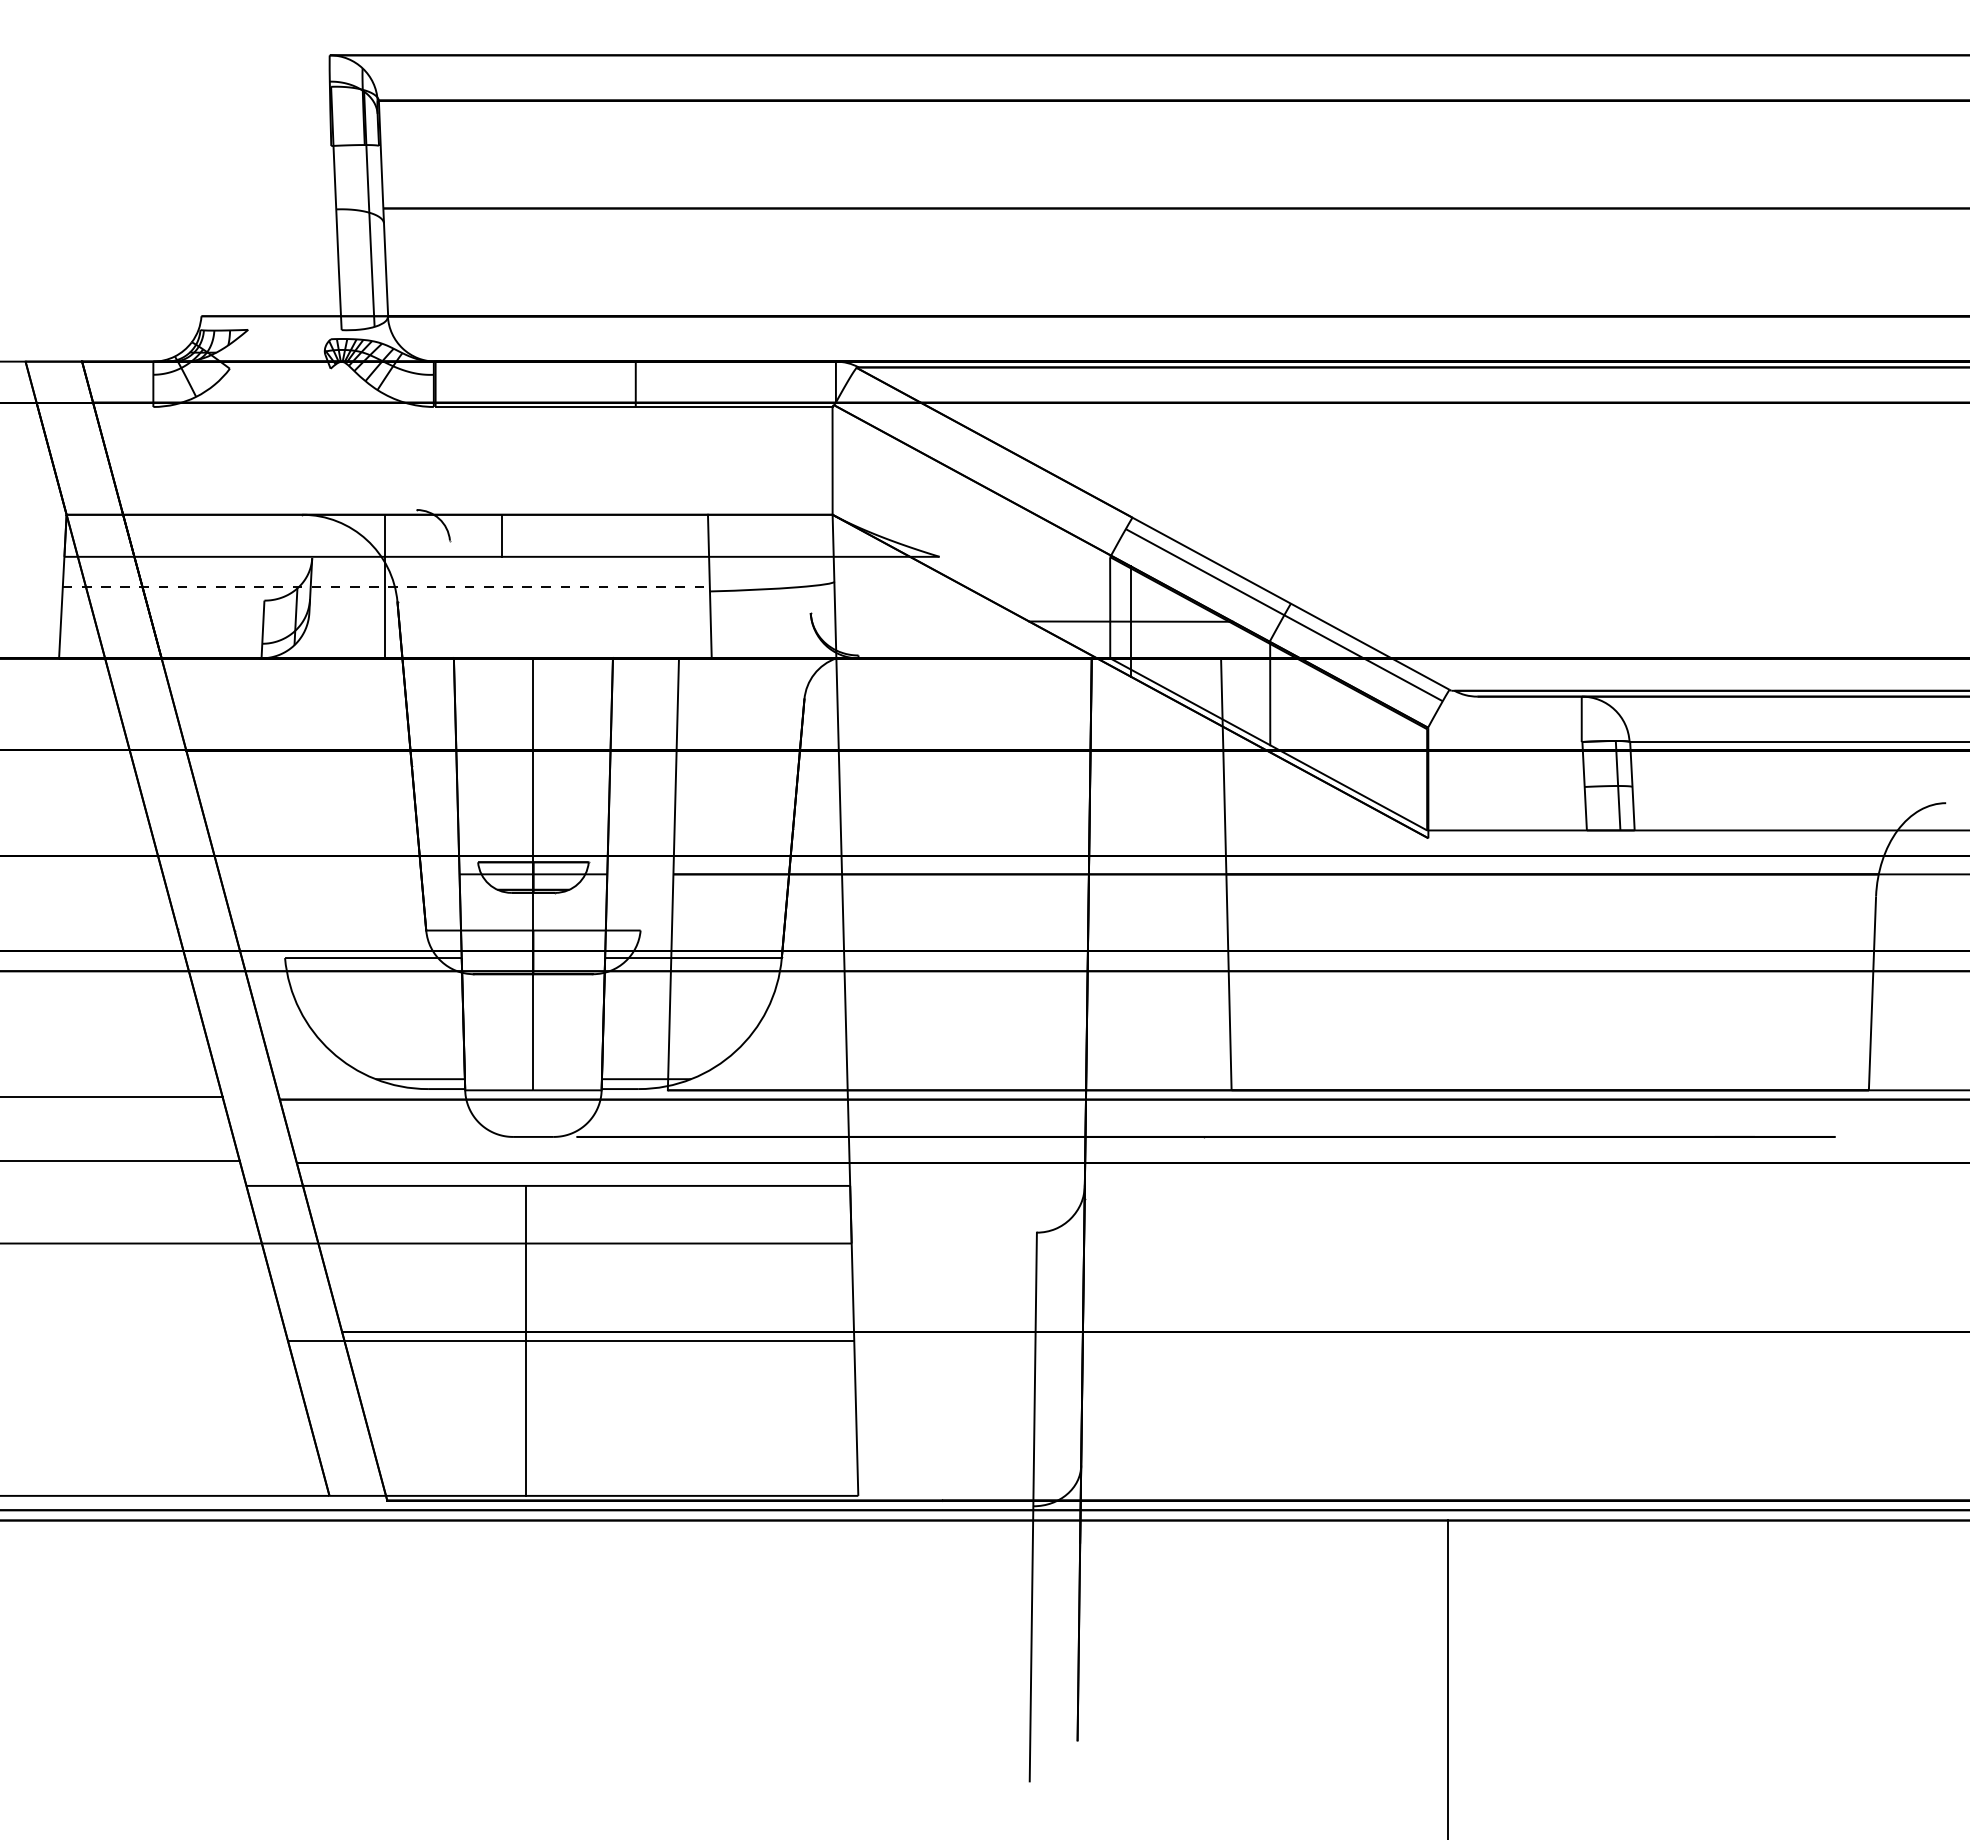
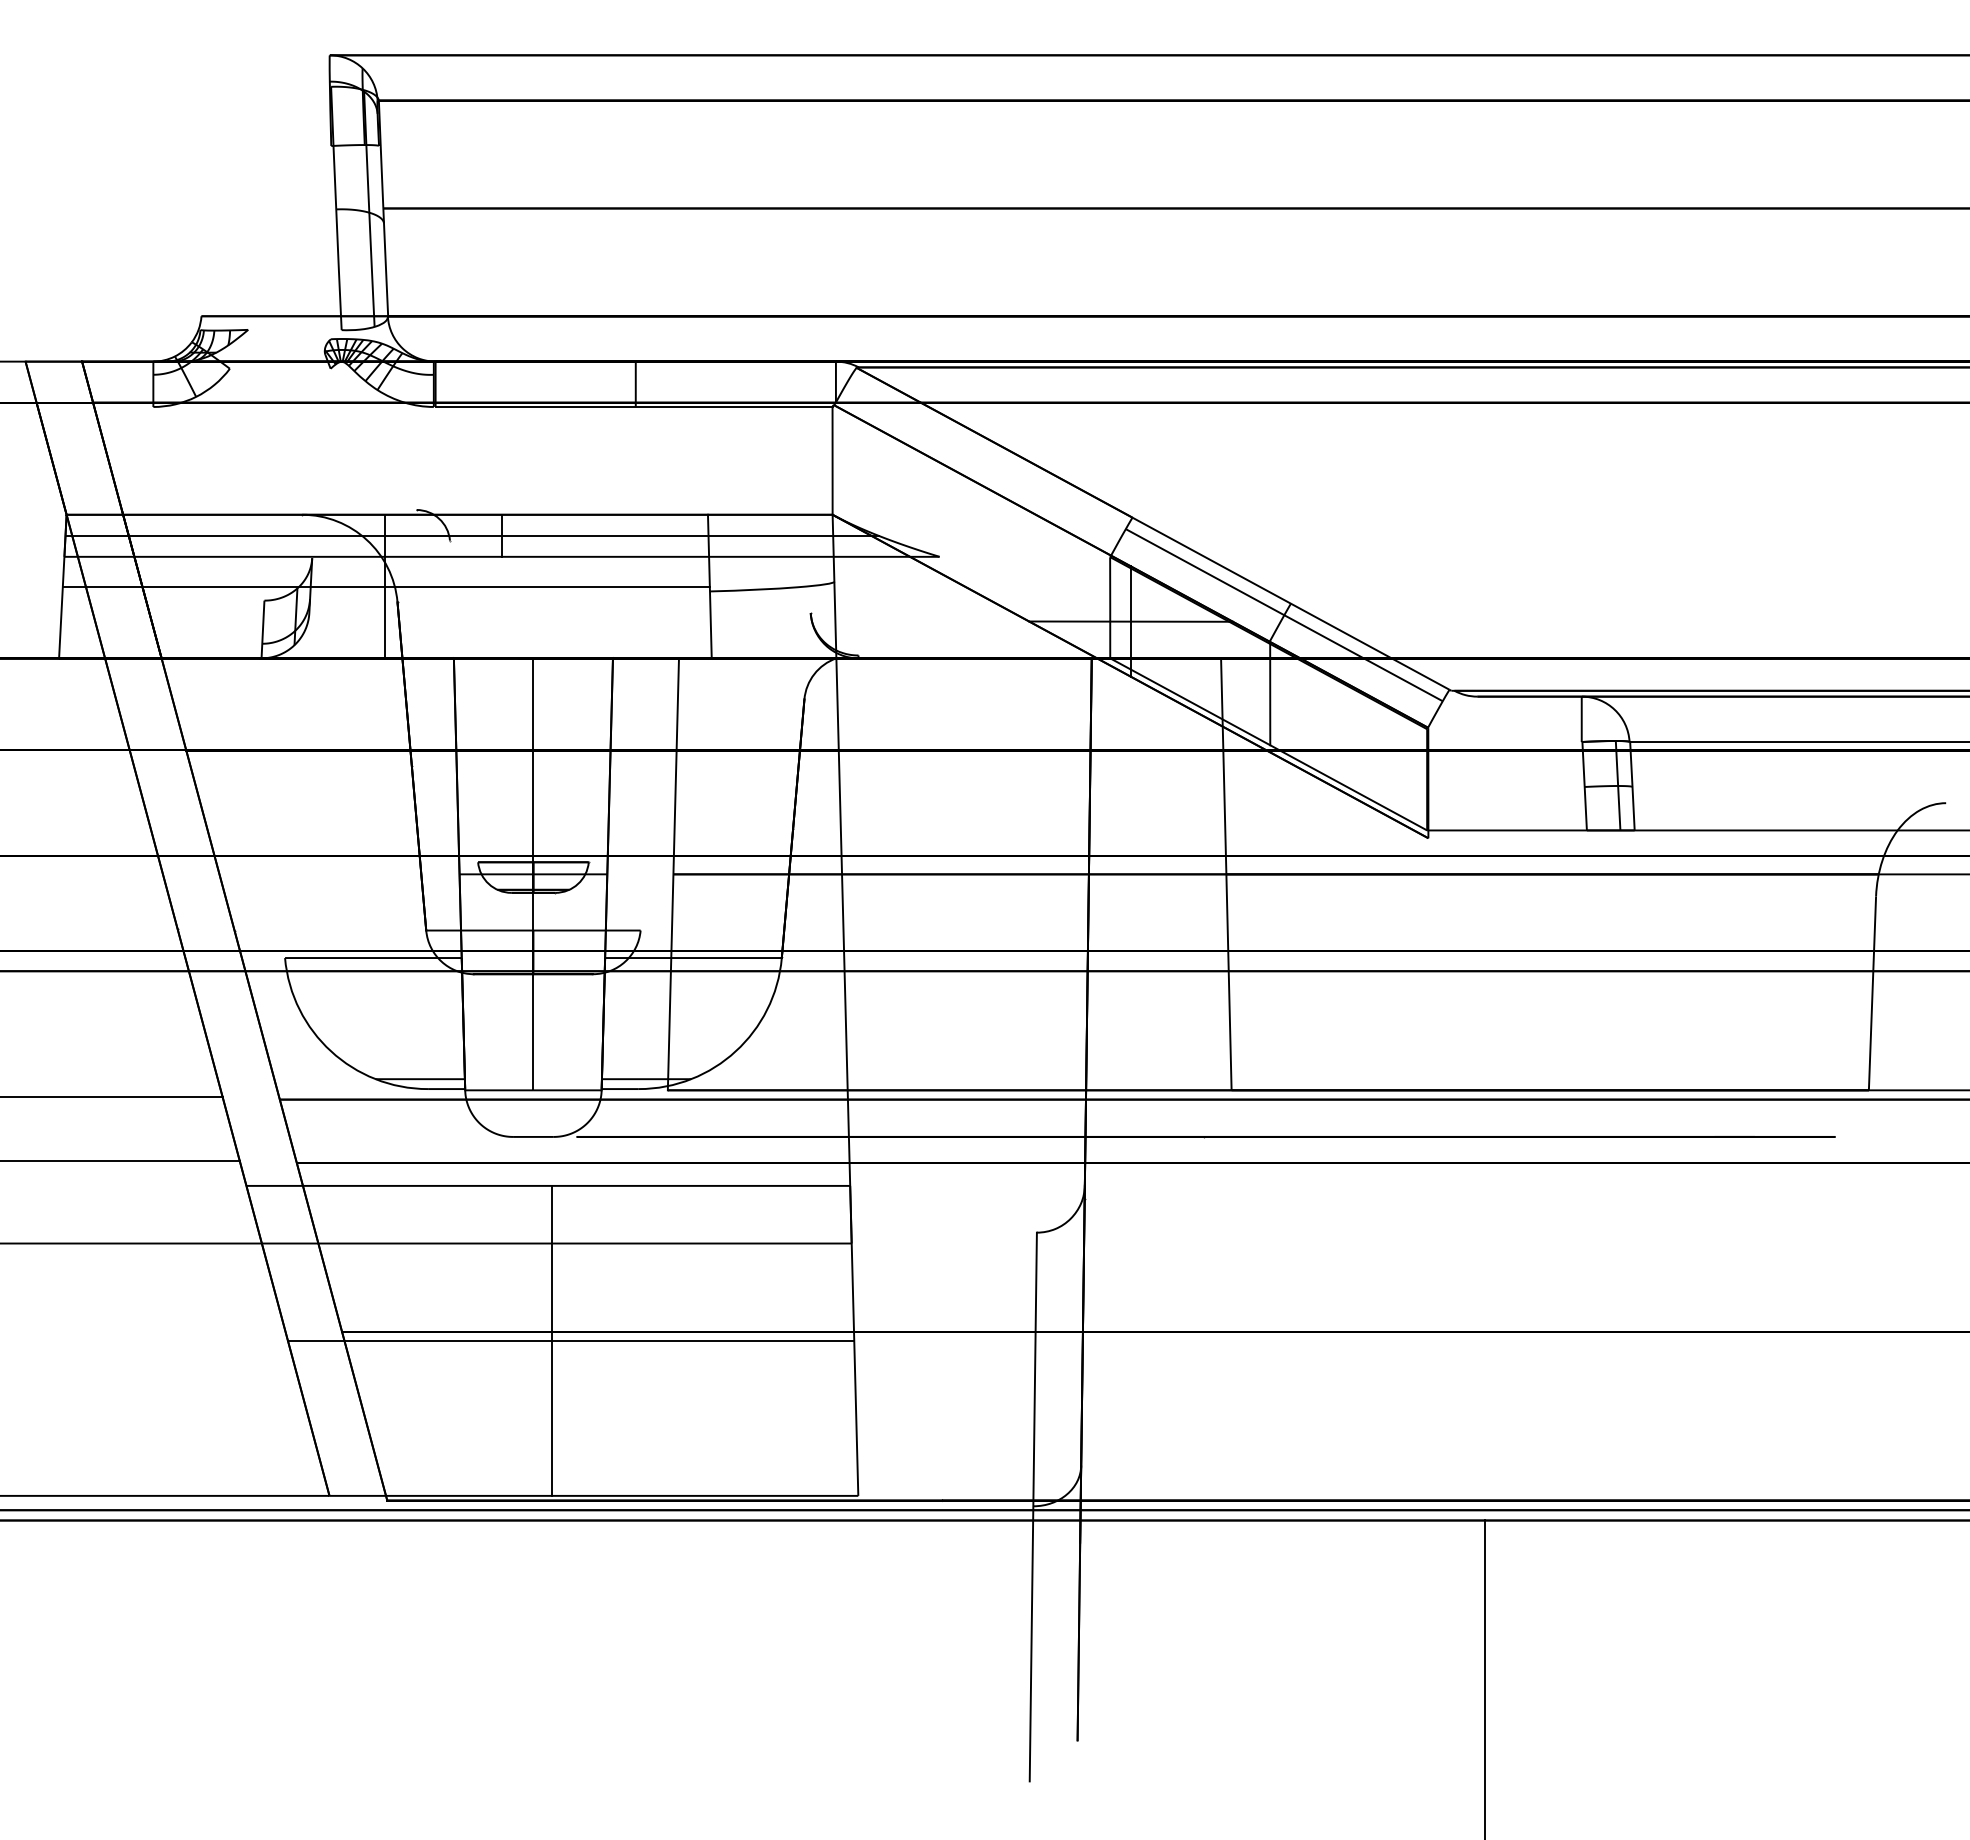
line at (471, 535): none -> present
line at (386, 586): dashed -> solid
line at (526, 1340) position: (526, 1340) -> (552, 1340)
line at (1448, 1678) position: (1448, 1678) -> (1485, 1678)
